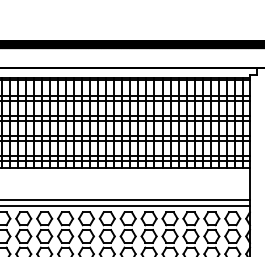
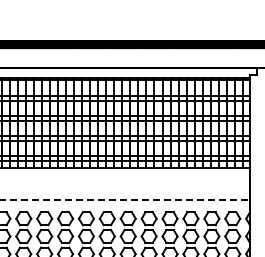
line at (125, 200): solid -> dashed
line at (125, 205): present -> none
